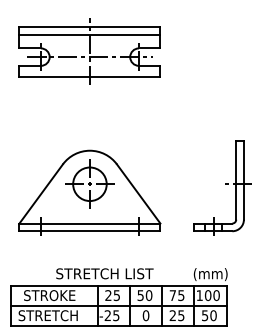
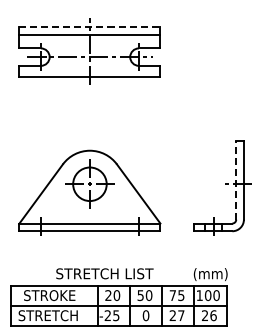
line at (90, 26): solid -> dashed
line at (236, 180): solid -> dashed
text at (116, 295): 25 -> 20
text at (181, 315): 25 -> 27
text at (209, 315): 50 -> 26
